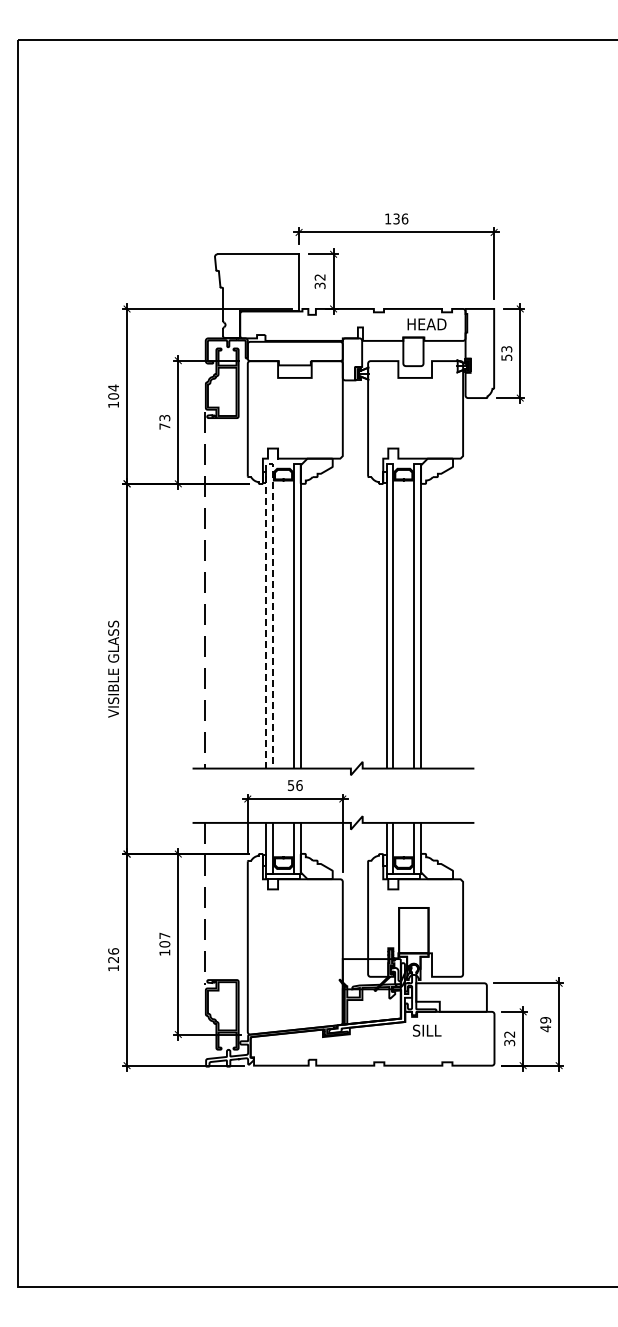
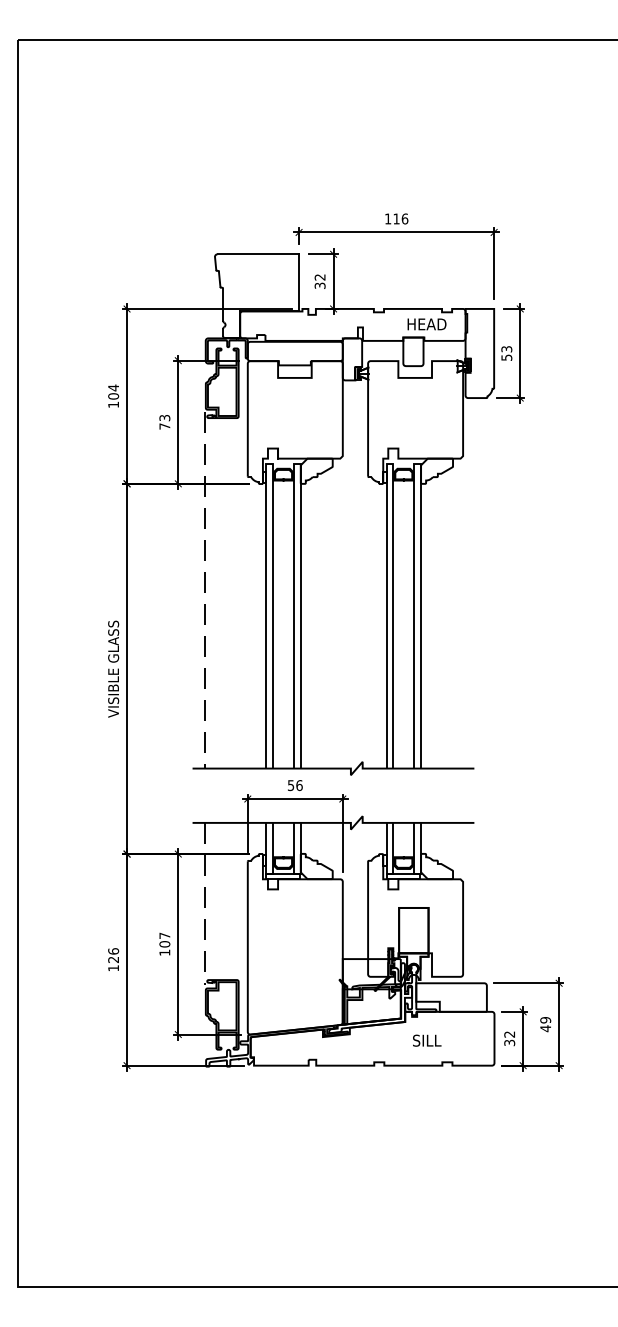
text at (396, 218): 136 -> 116
line at (270, 463): dashed -> solid
text at (427, 1030) position: (427, 1030) -> (427, 1040)
